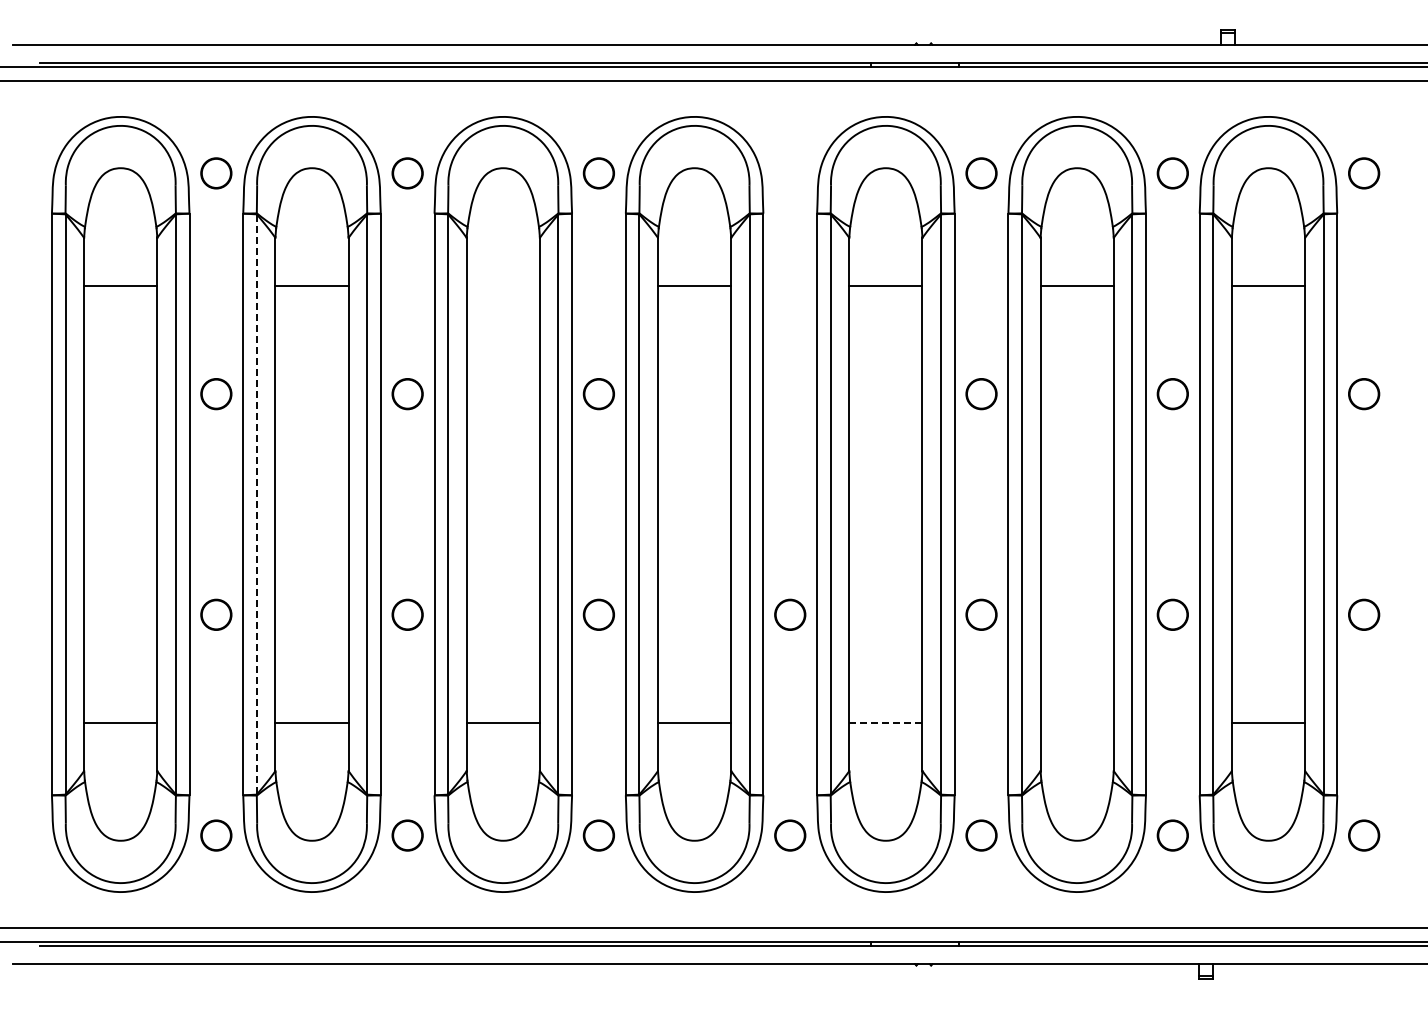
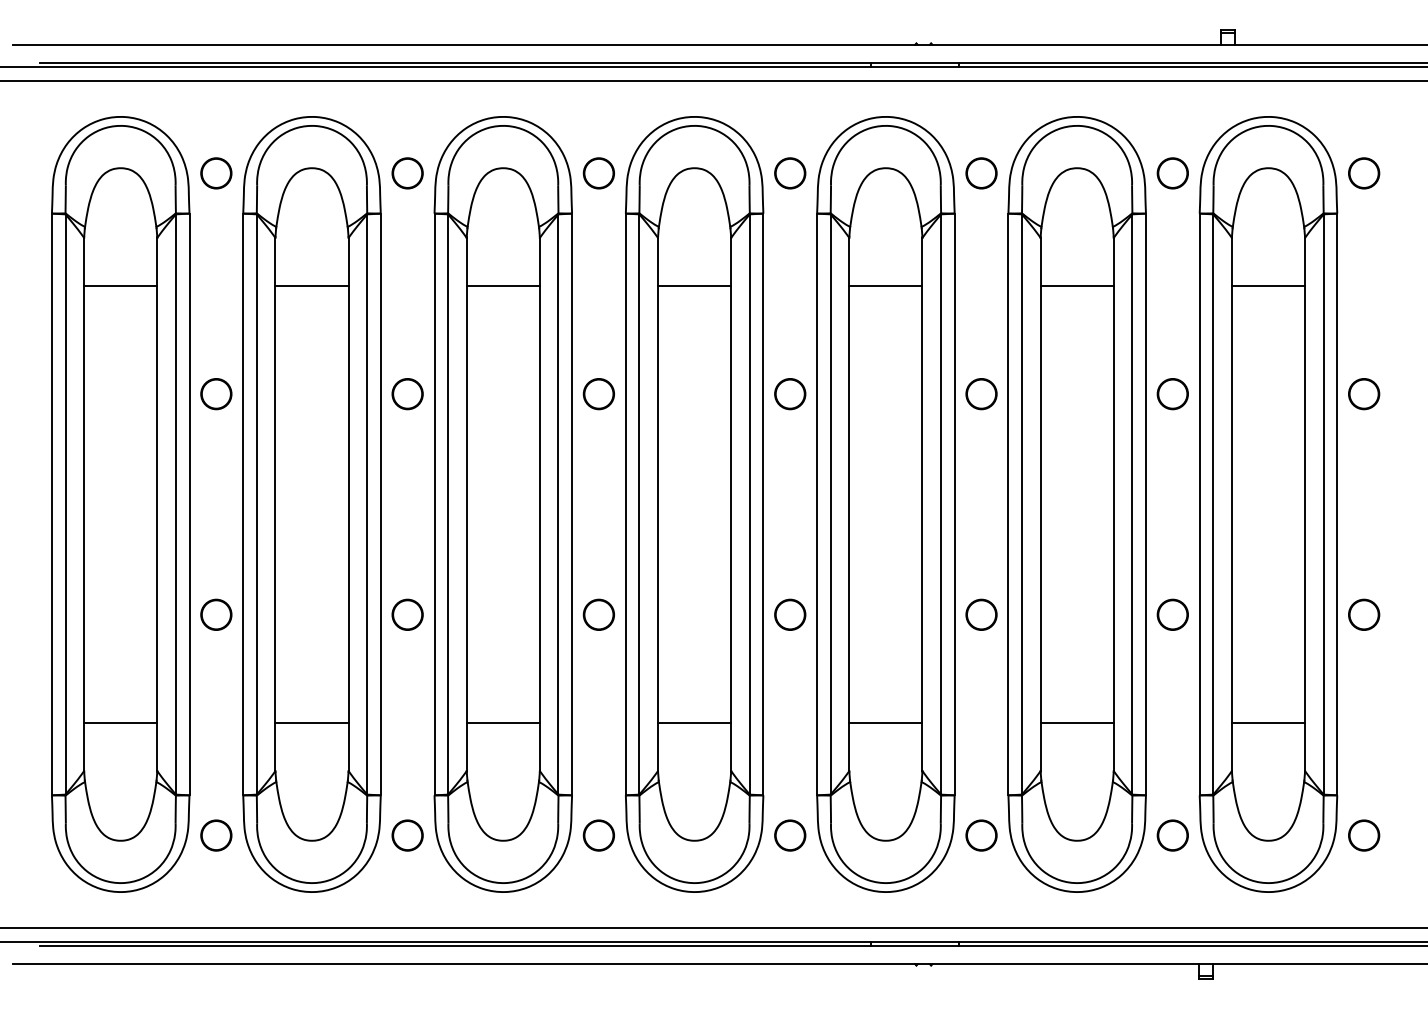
circle at (790, 173): none -> present
line at (502, 285): none -> present
circle at (790, 394): none -> present
line at (256, 504): dashed -> solid
line at (885, 723): dashed -> solid
line at (1076, 723): none -> present
